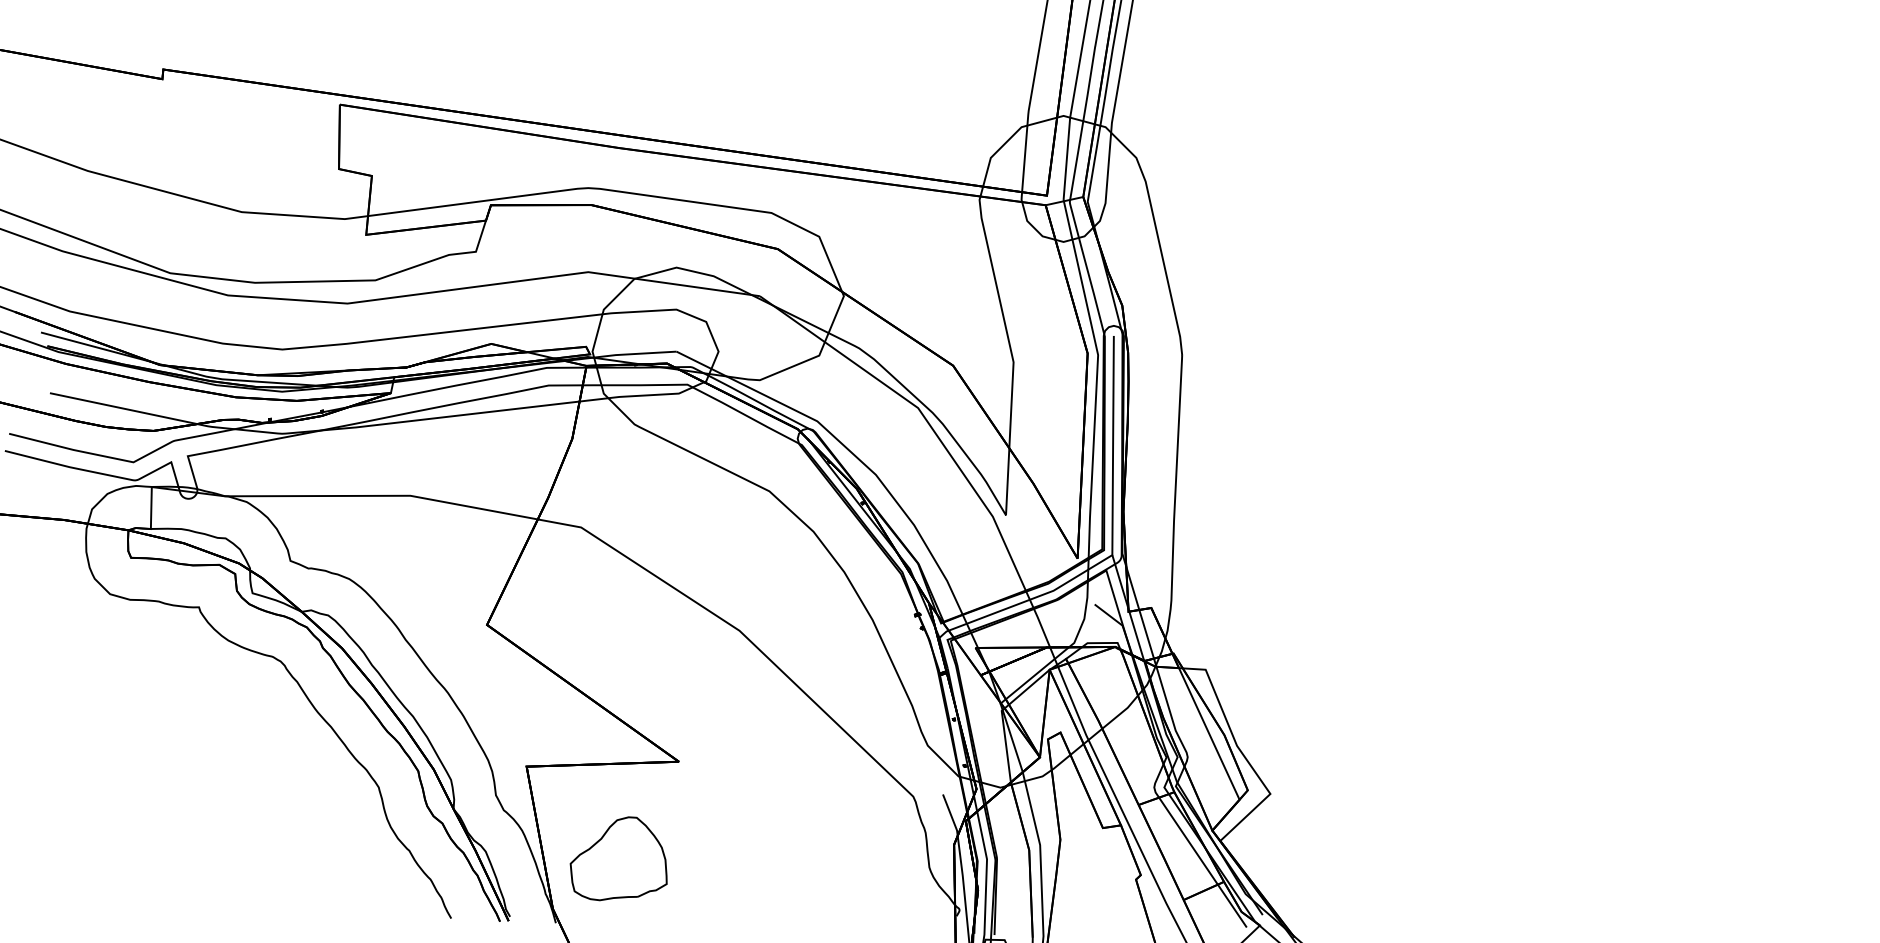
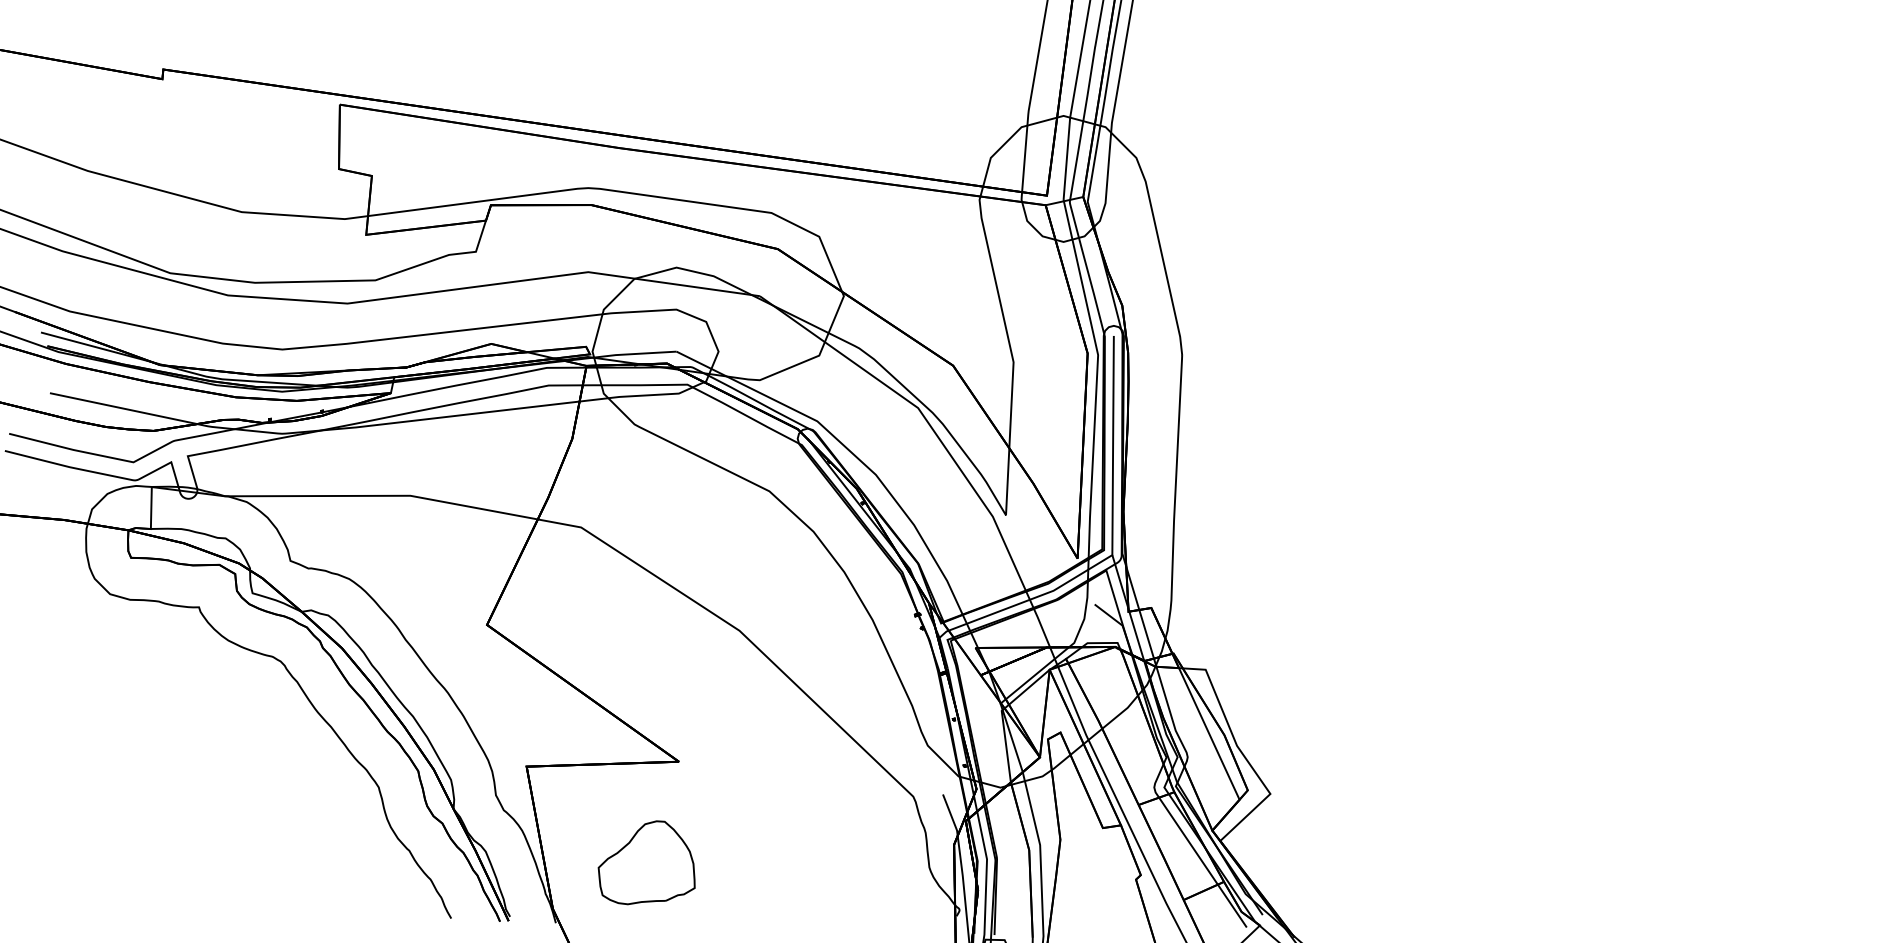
part at (618, 858) position: (618, 858) -> (646, 862)
